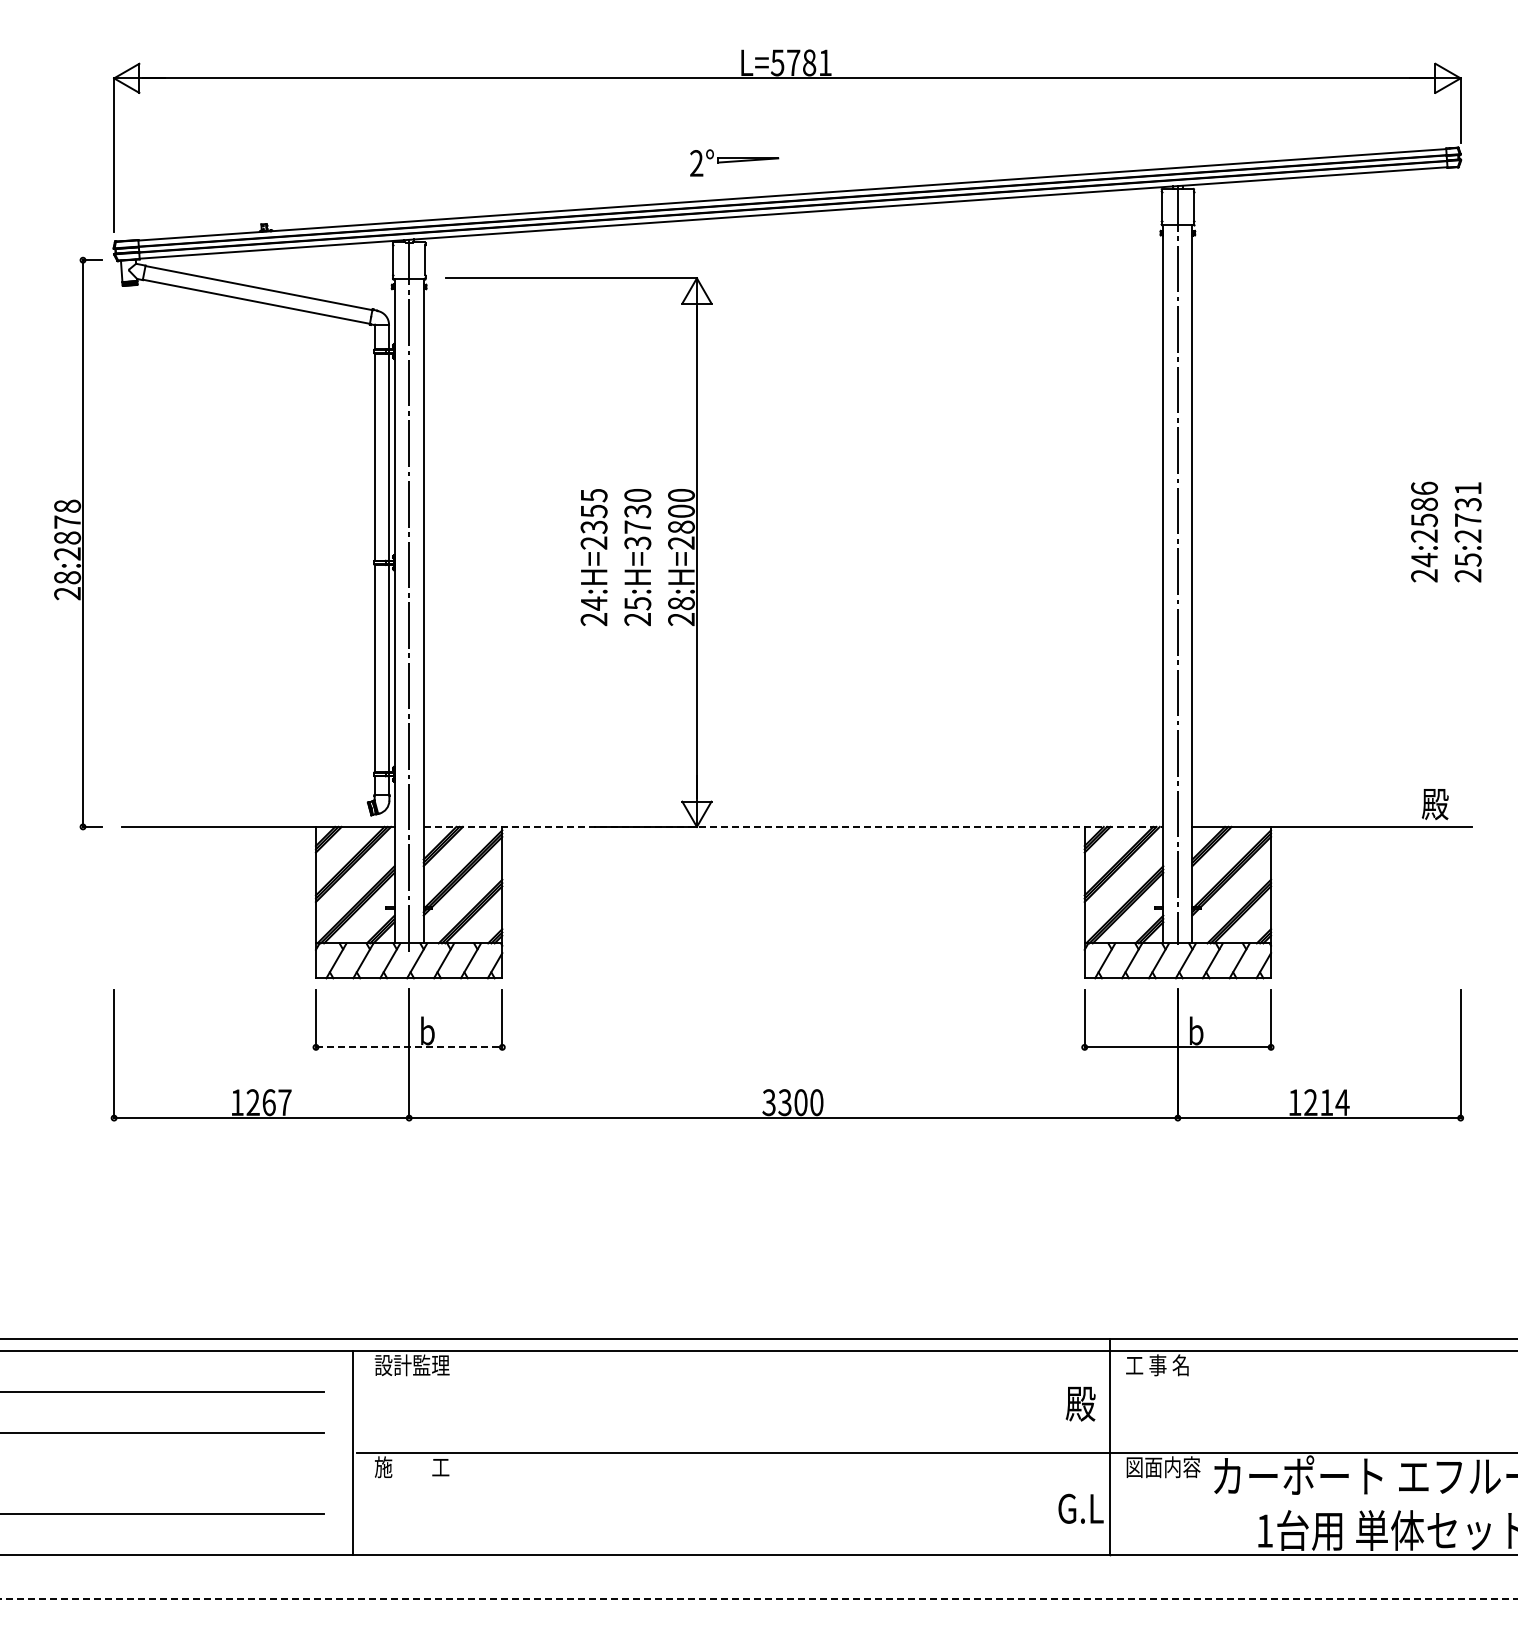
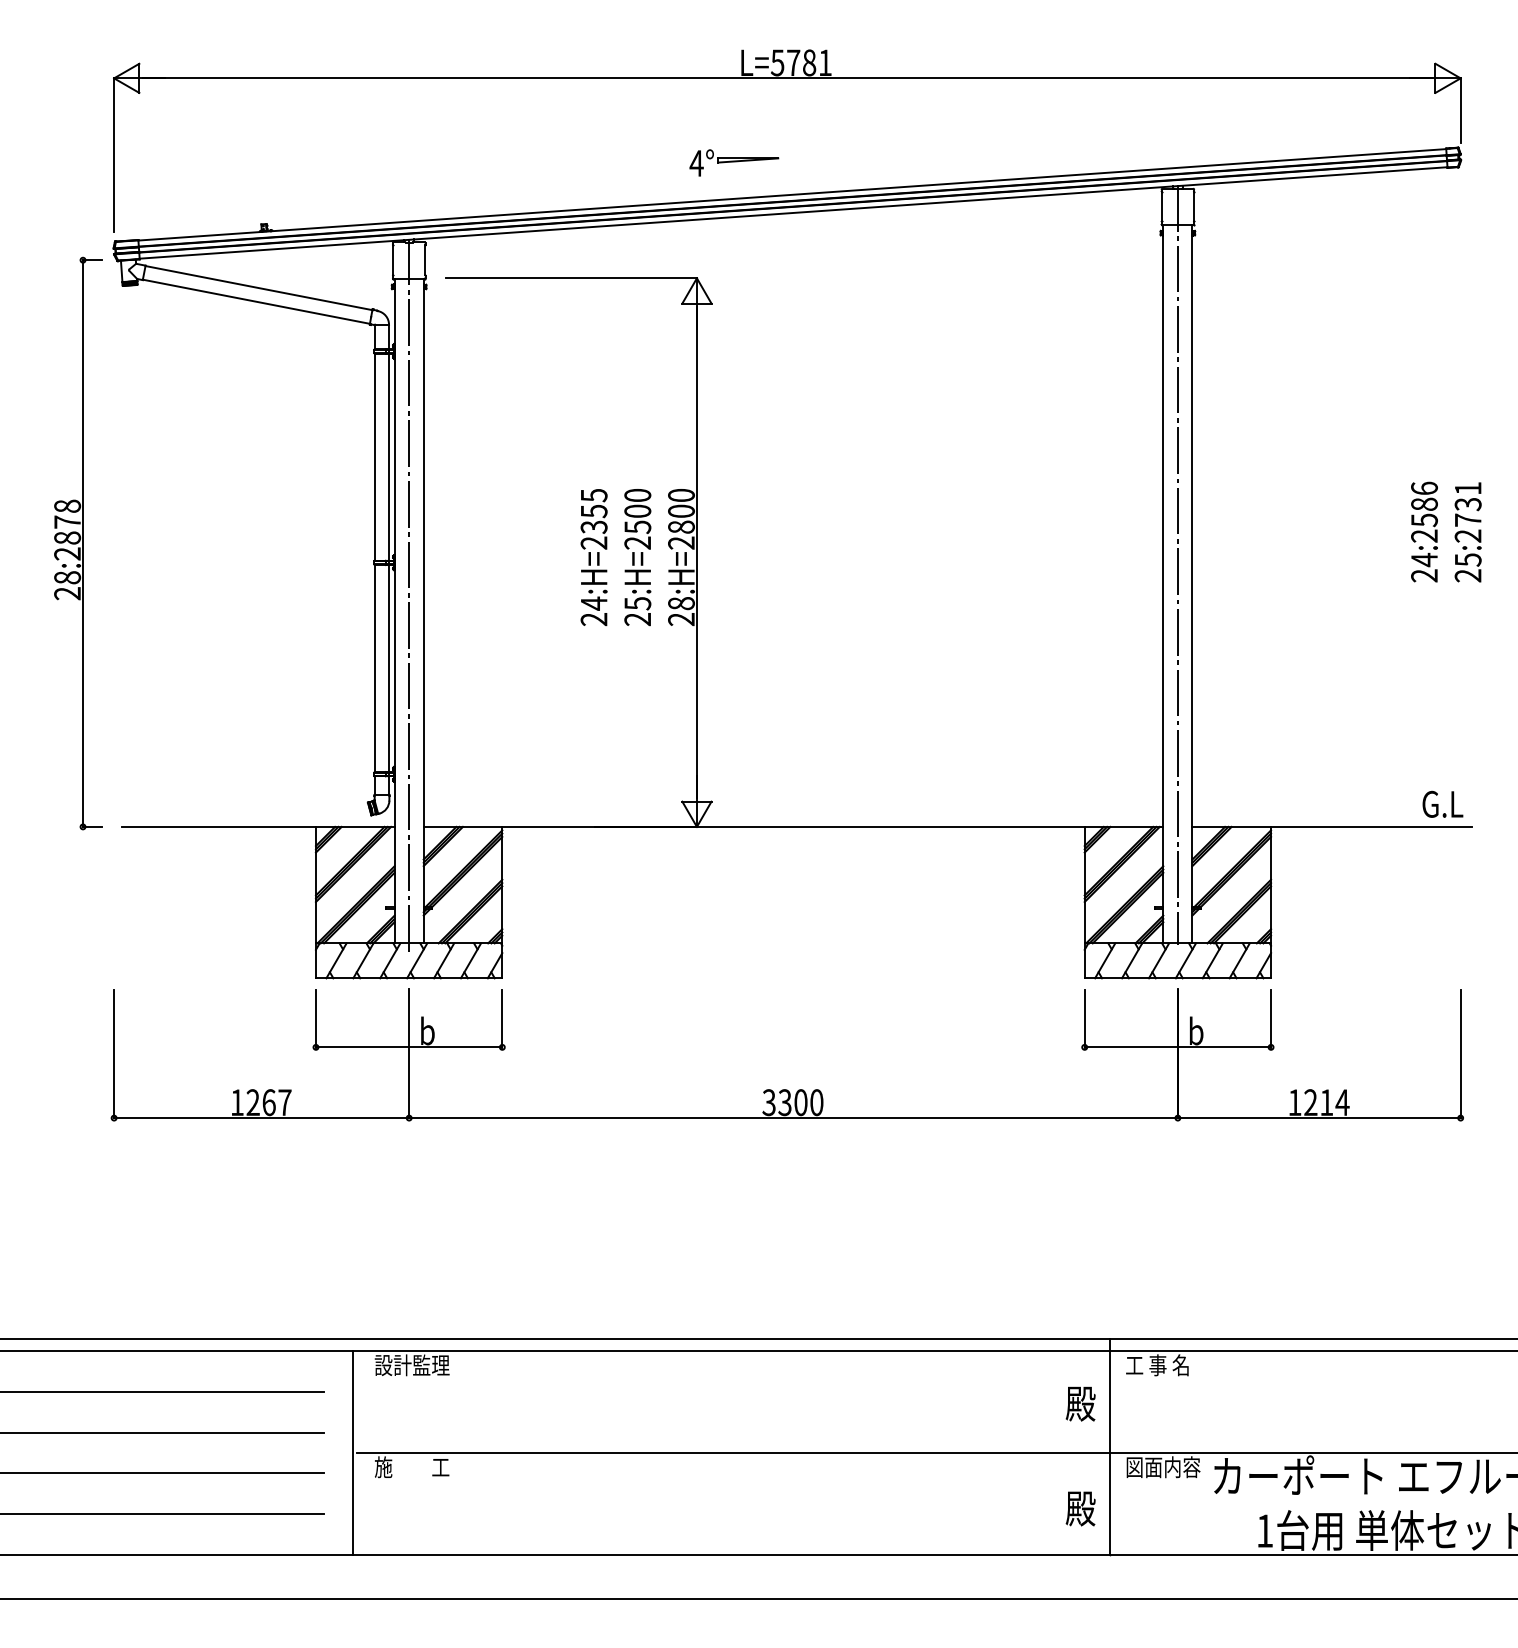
text at (696, 163): 2° -> 4°
text at (637, 526): 25:H=3730 -> 25:H=2500
text at (1442, 804): 殿 -> G.L
line at (793, 826): dashed -> solid
line at (409, 1047): dashed -> solid
line at (162, 1473): none -> present
text at (1080, 1508): G.L -> 殿
line at (759, 1598): dashed -> solid
